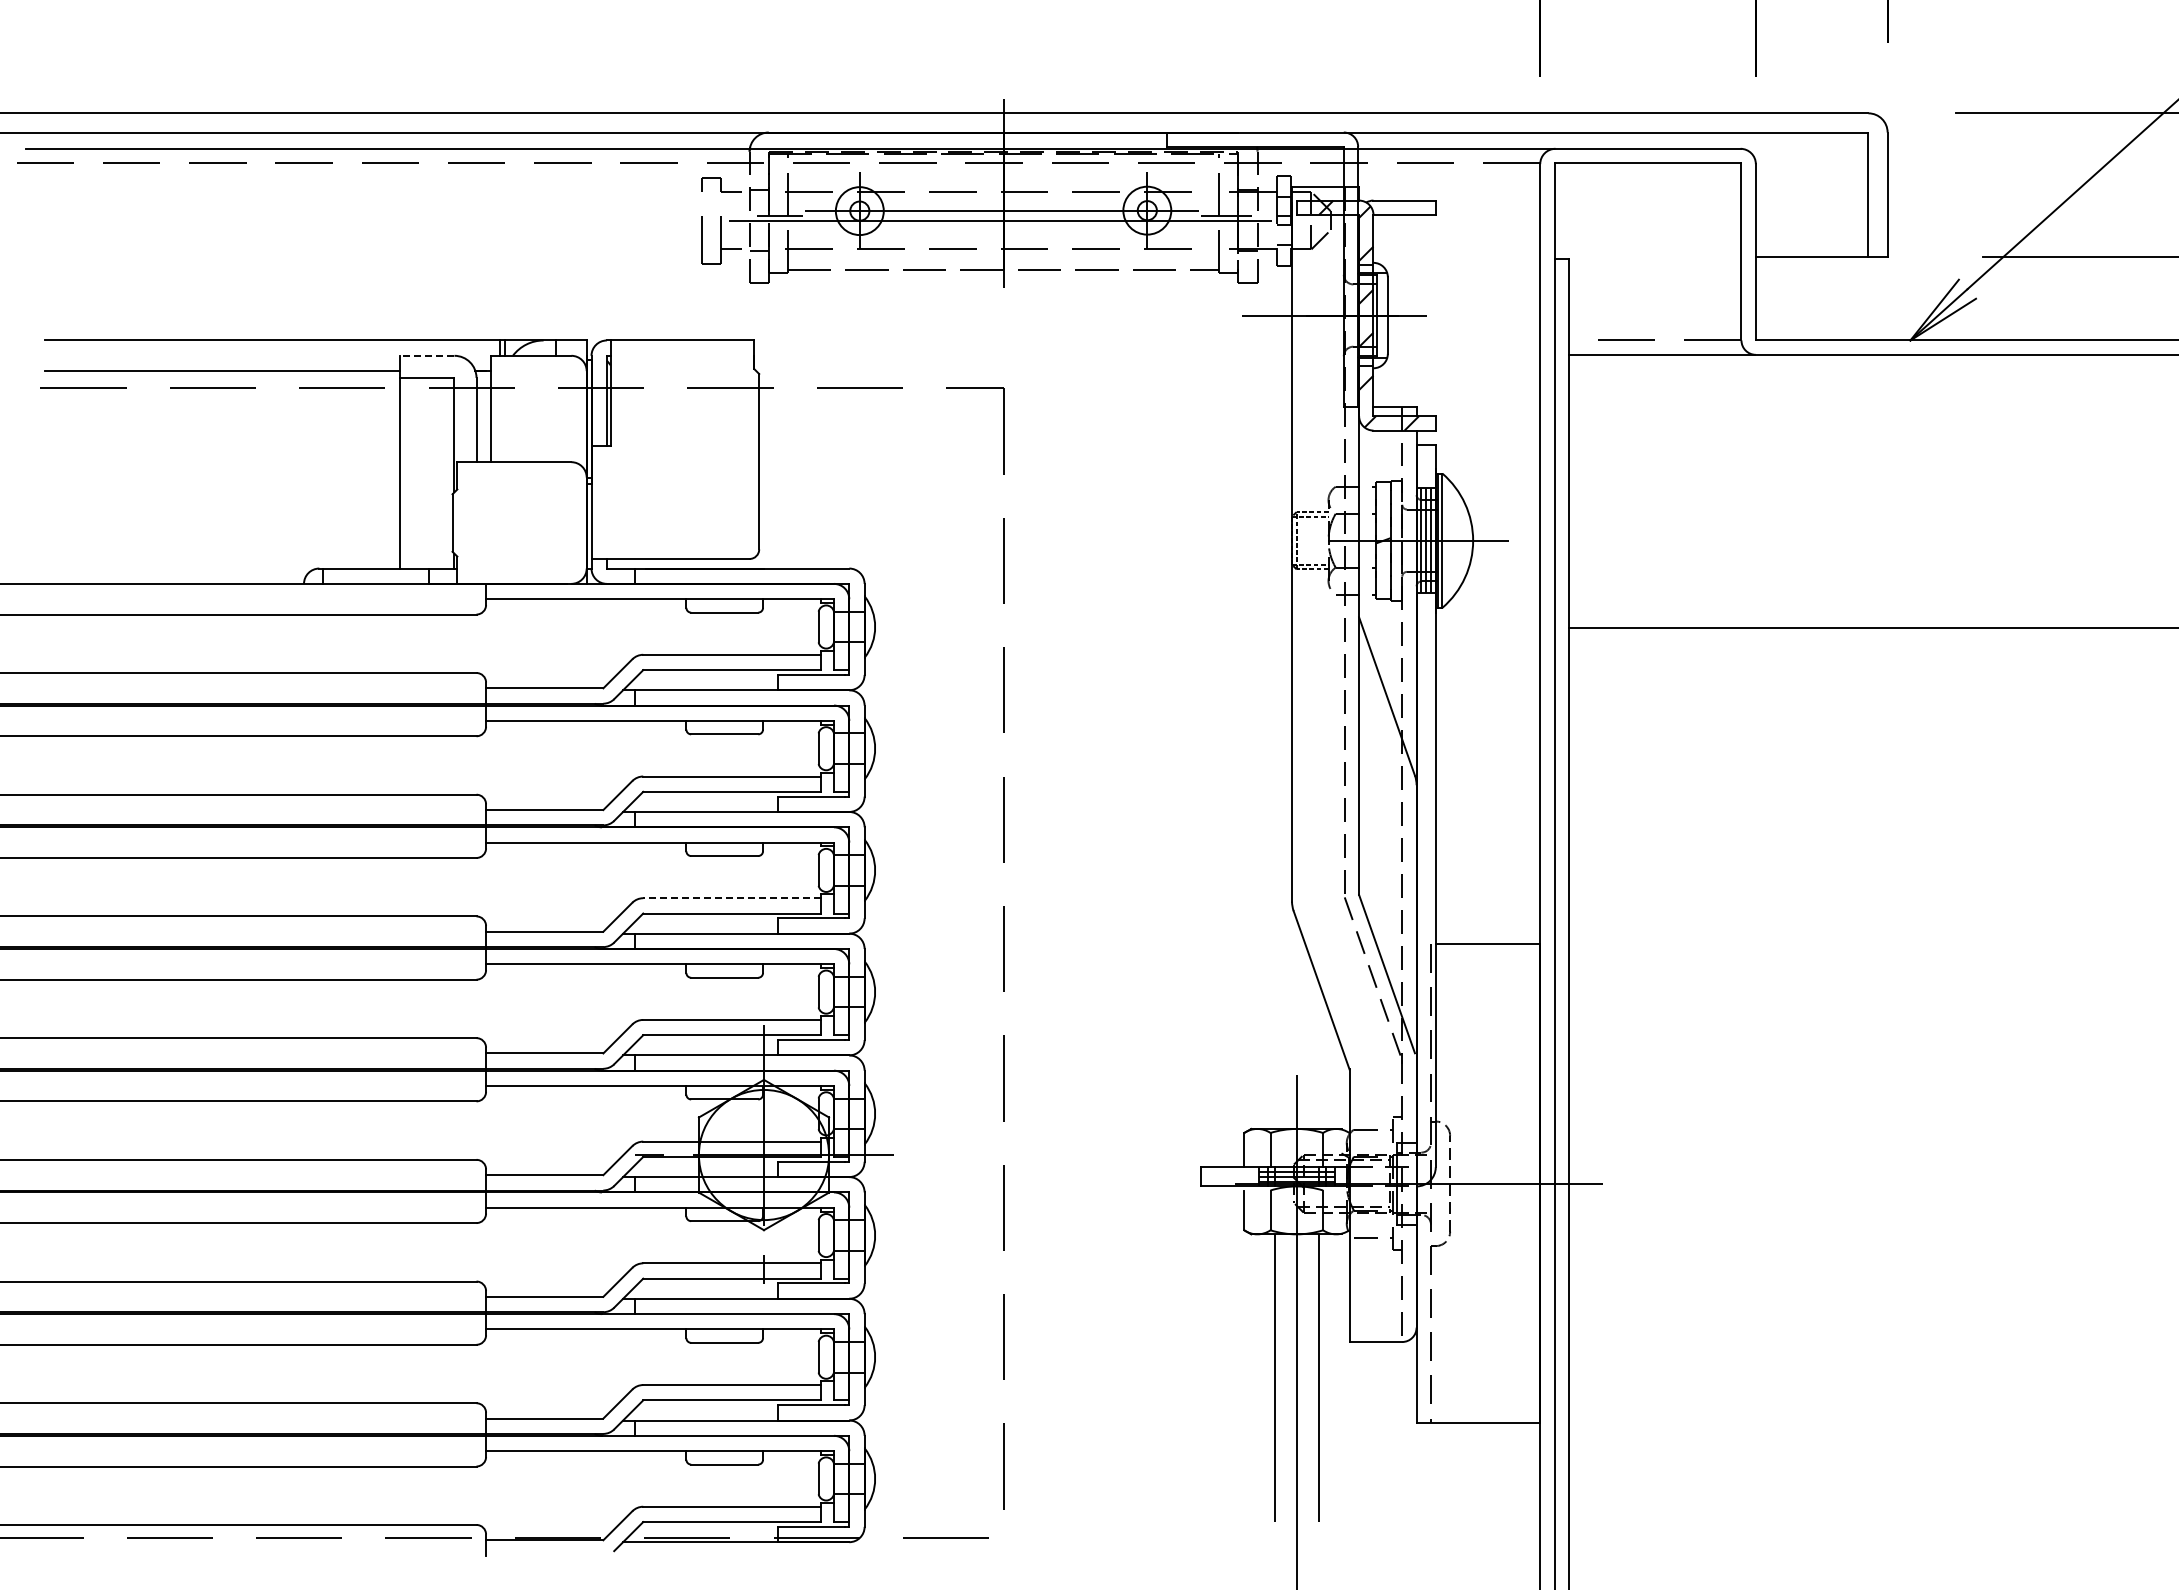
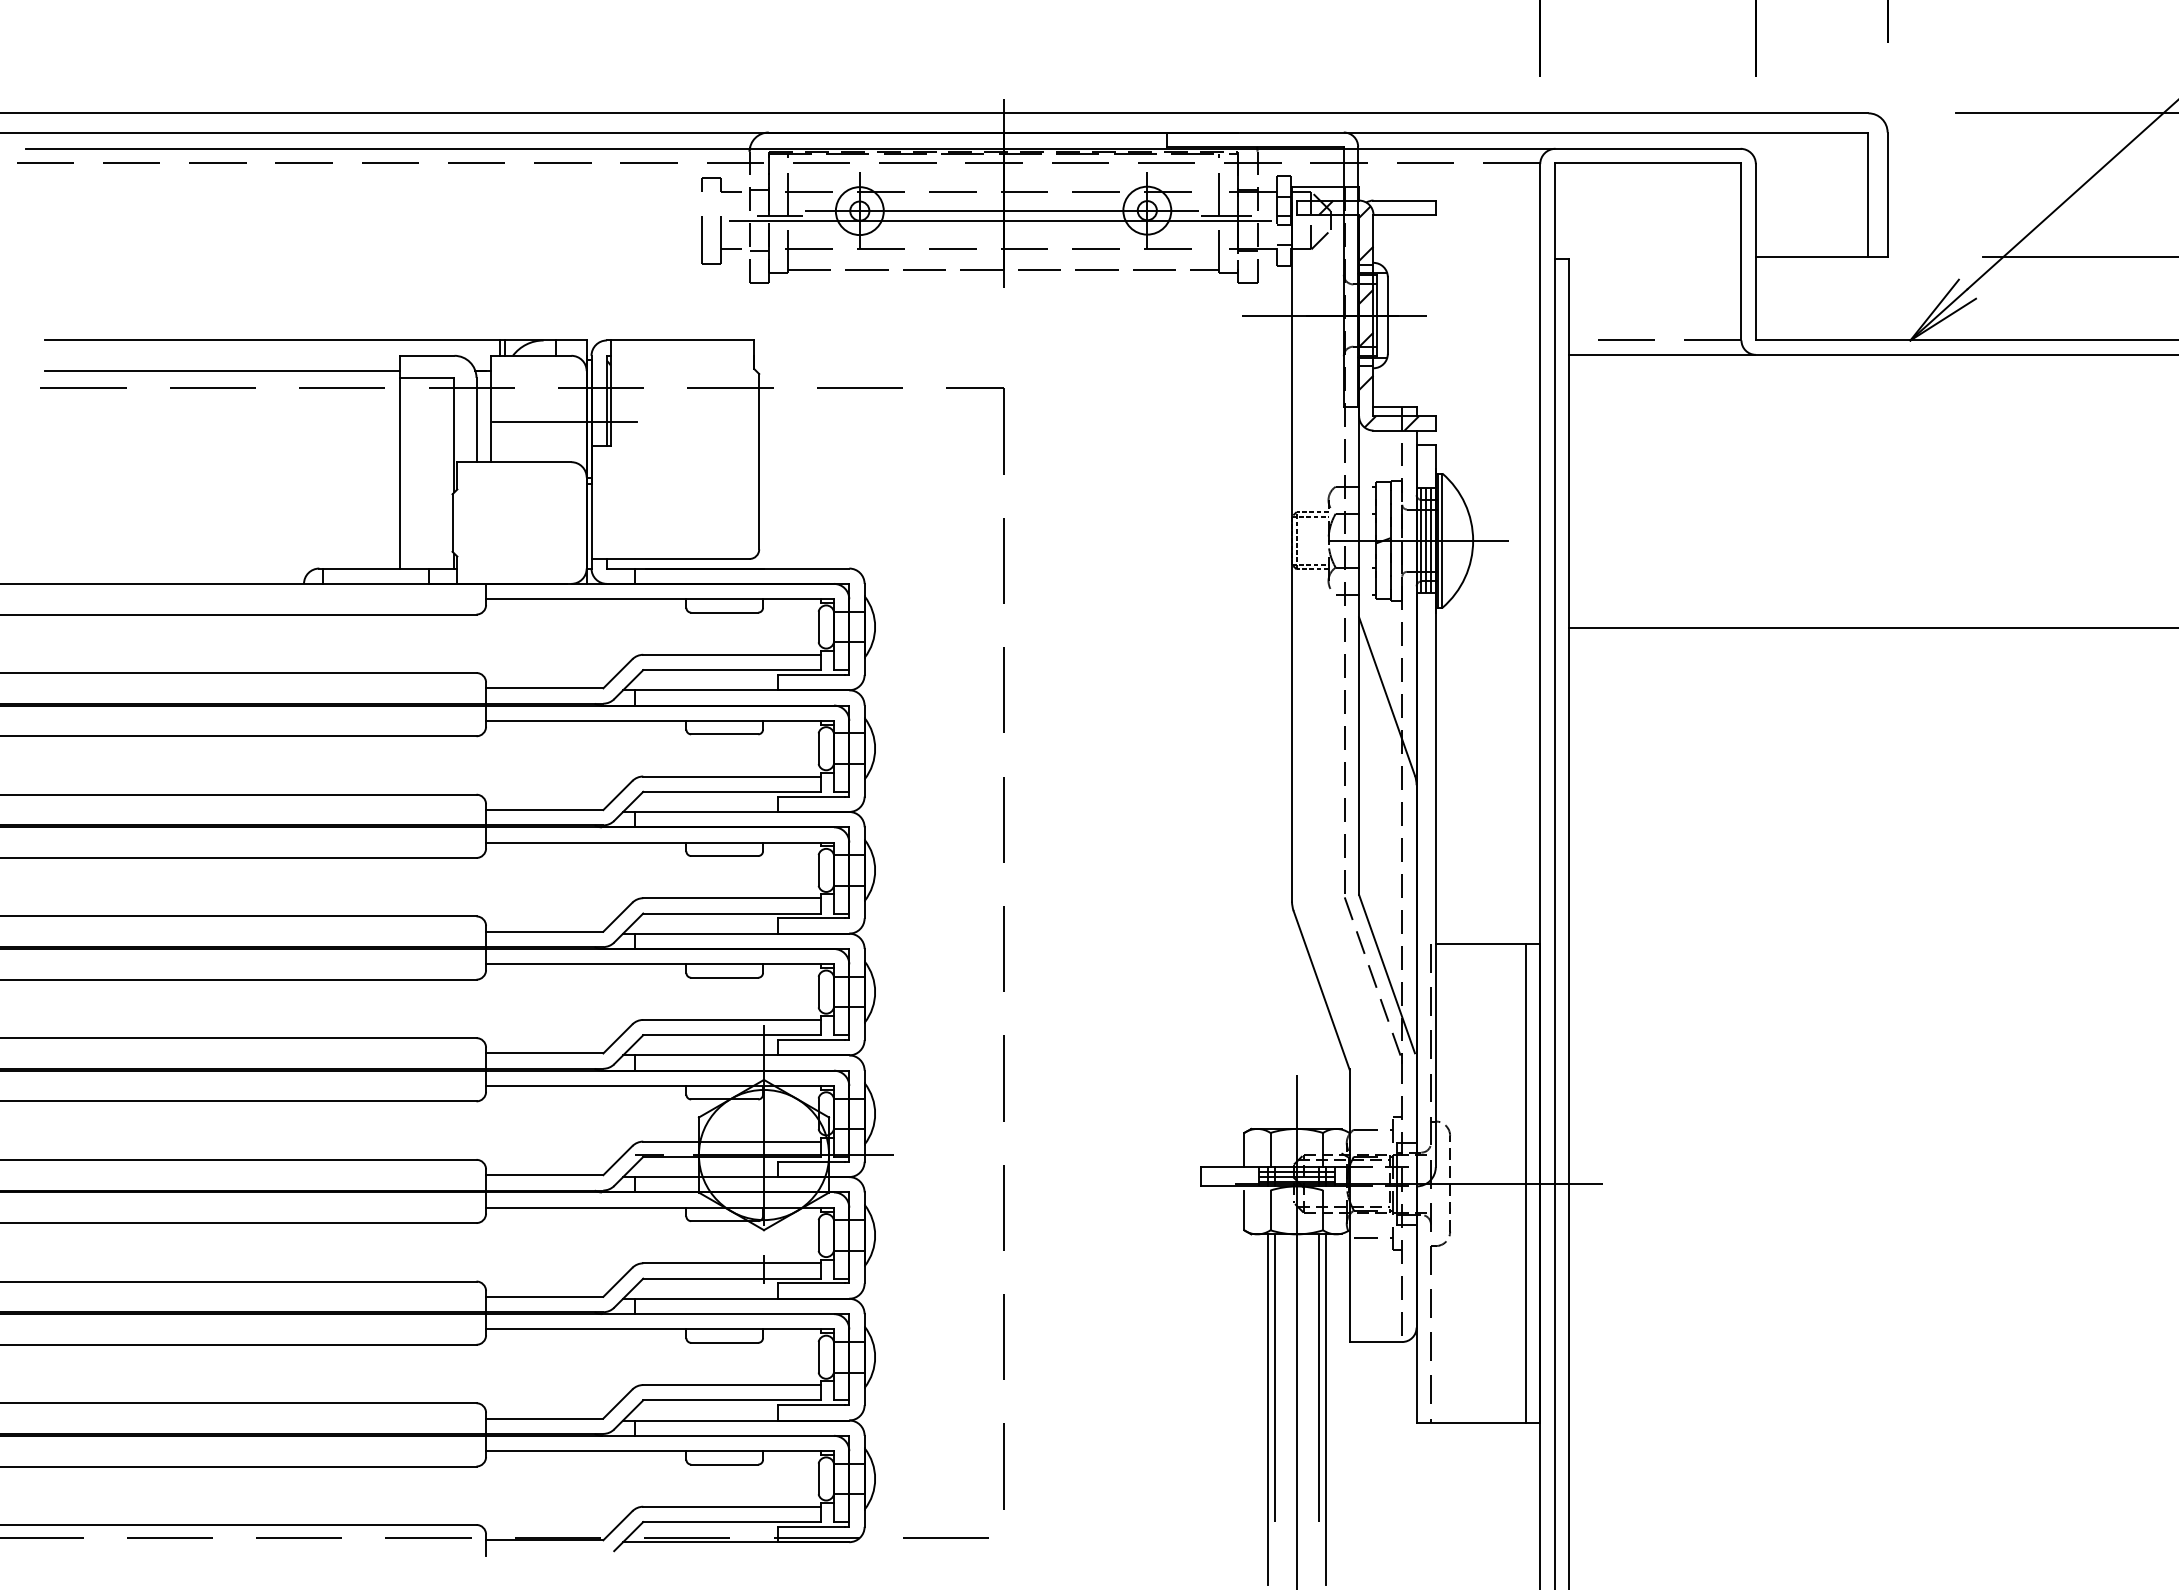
line at (426, 355): dashed -> solid
line at (564, 421): none -> present
line at (731, 898): dashed -> solid
line at (1525, 1183): none -> present
line at (1268, 1409): none -> present
line at (1325, 1409): none -> present
